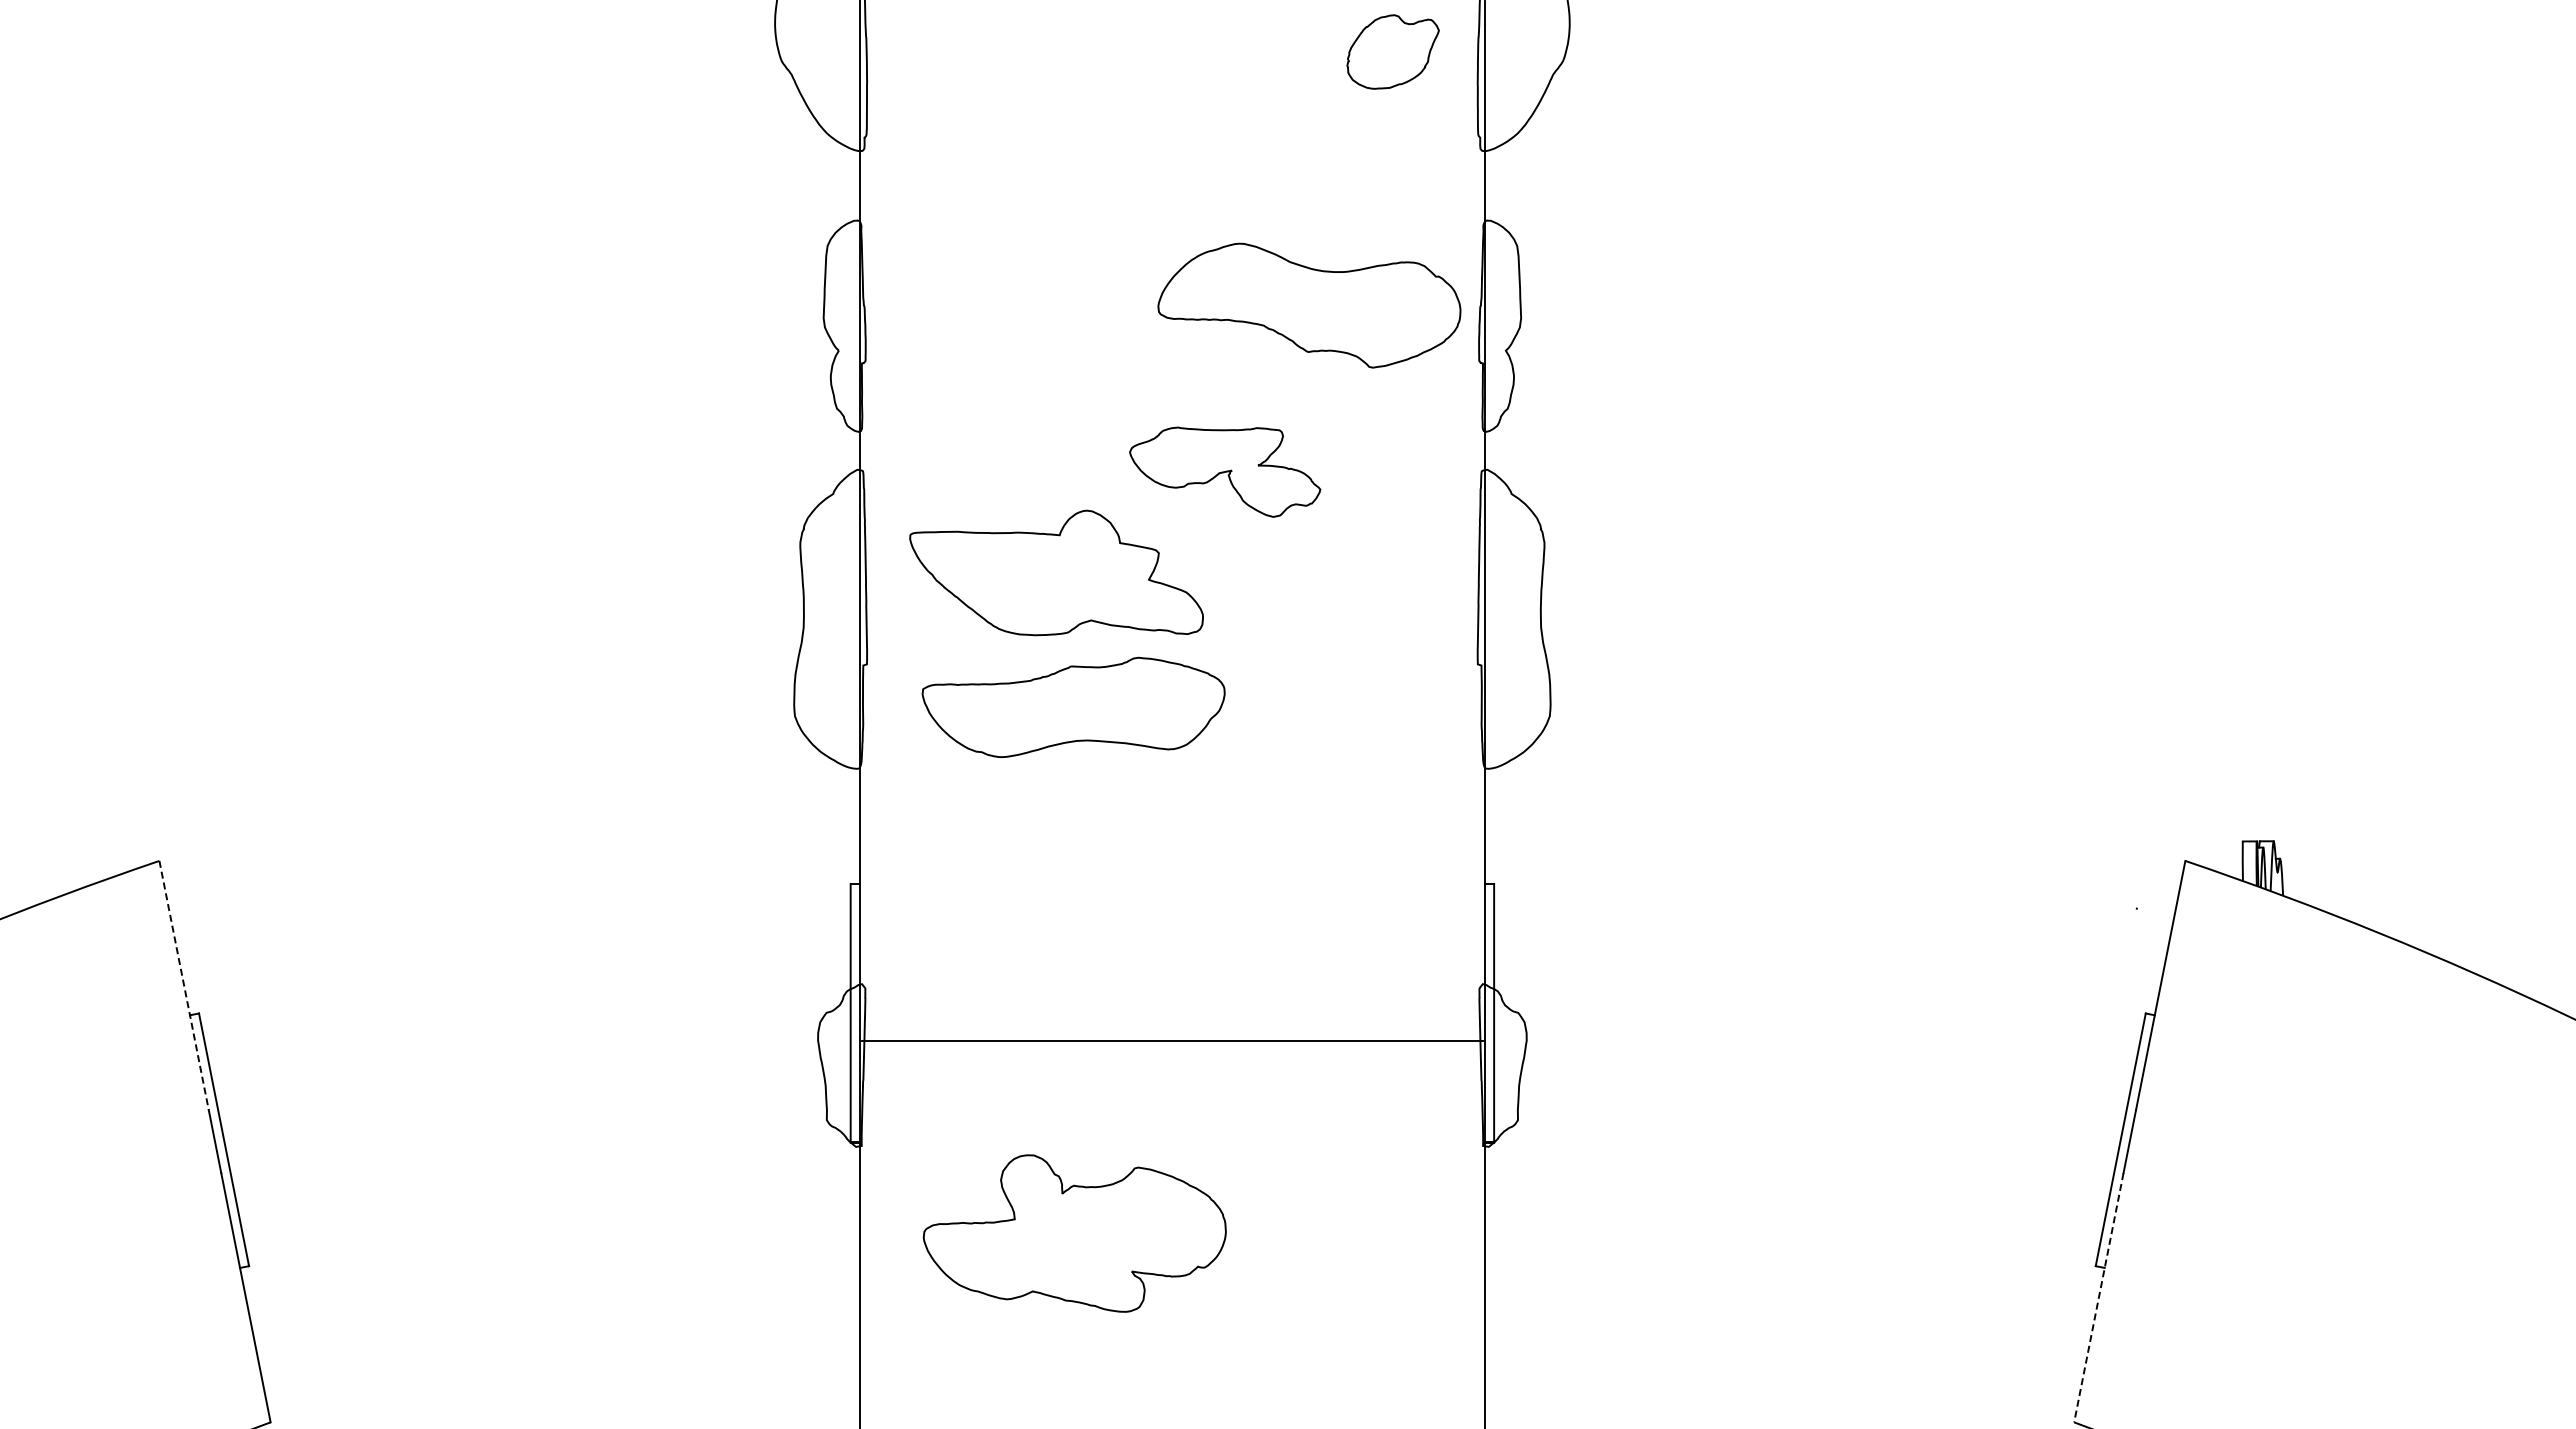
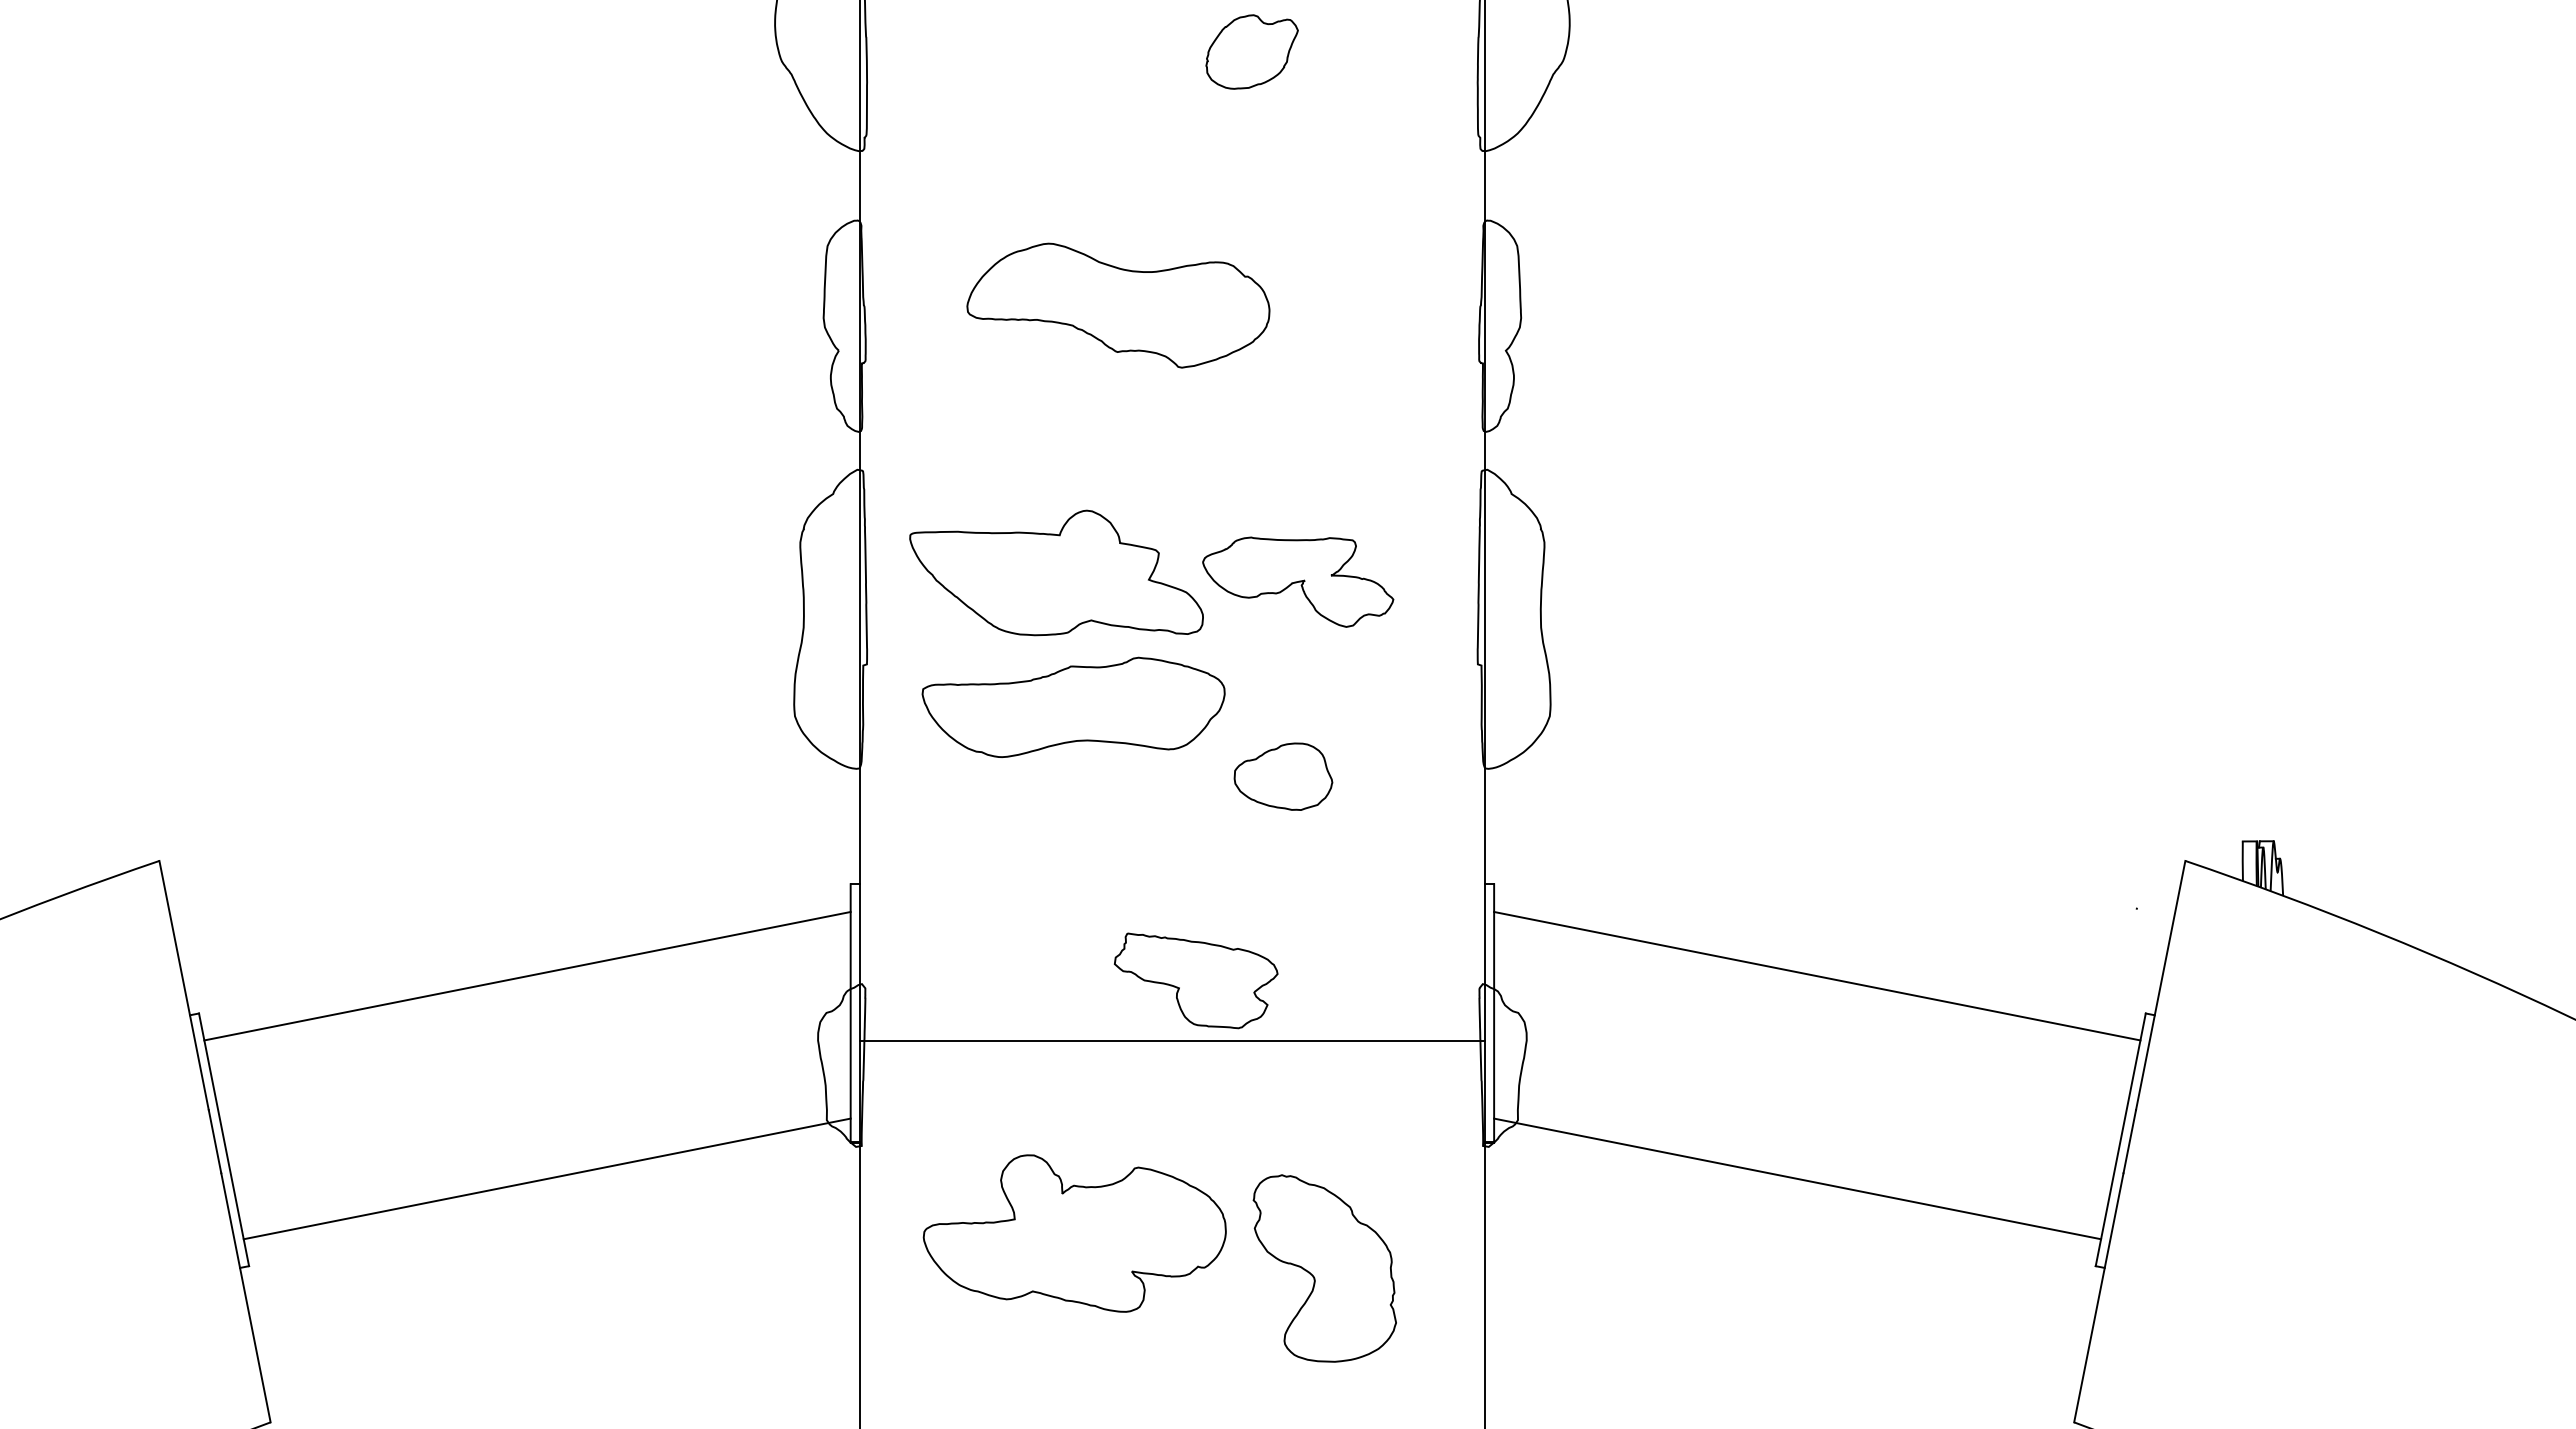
part at (1392, 51) position: (1392, 51) -> (1251, 51)
part at (1309, 305) position: (1309, 305) -> (1118, 305)
part at (1225, 471) position: (1225, 471) -> (1298, 581)
part at (1283, 776): none -> present
line at (527, 975): none -> present
line at (1817, 975): none -> present
part at (1196, 980): none -> present
line at (184, 985): dashed -> solid
line at (546, 1178): none -> present
line at (1797, 1178): none -> present
part at (1324, 1268): none -> present
line at (2098, 1297): dashed -> solid
